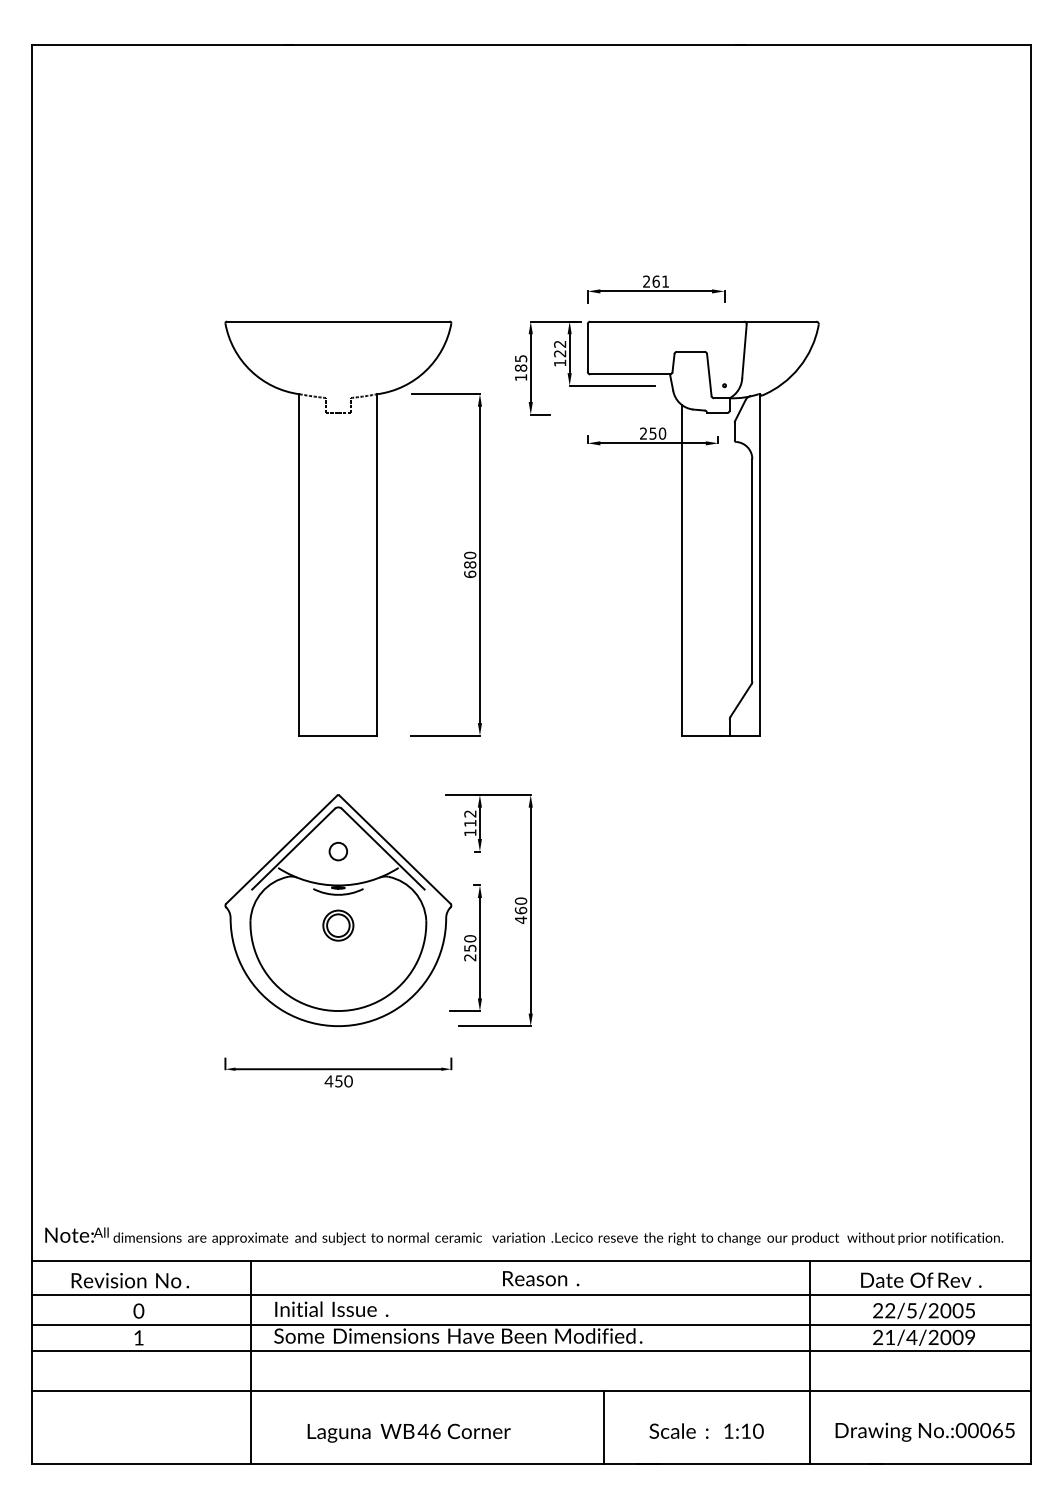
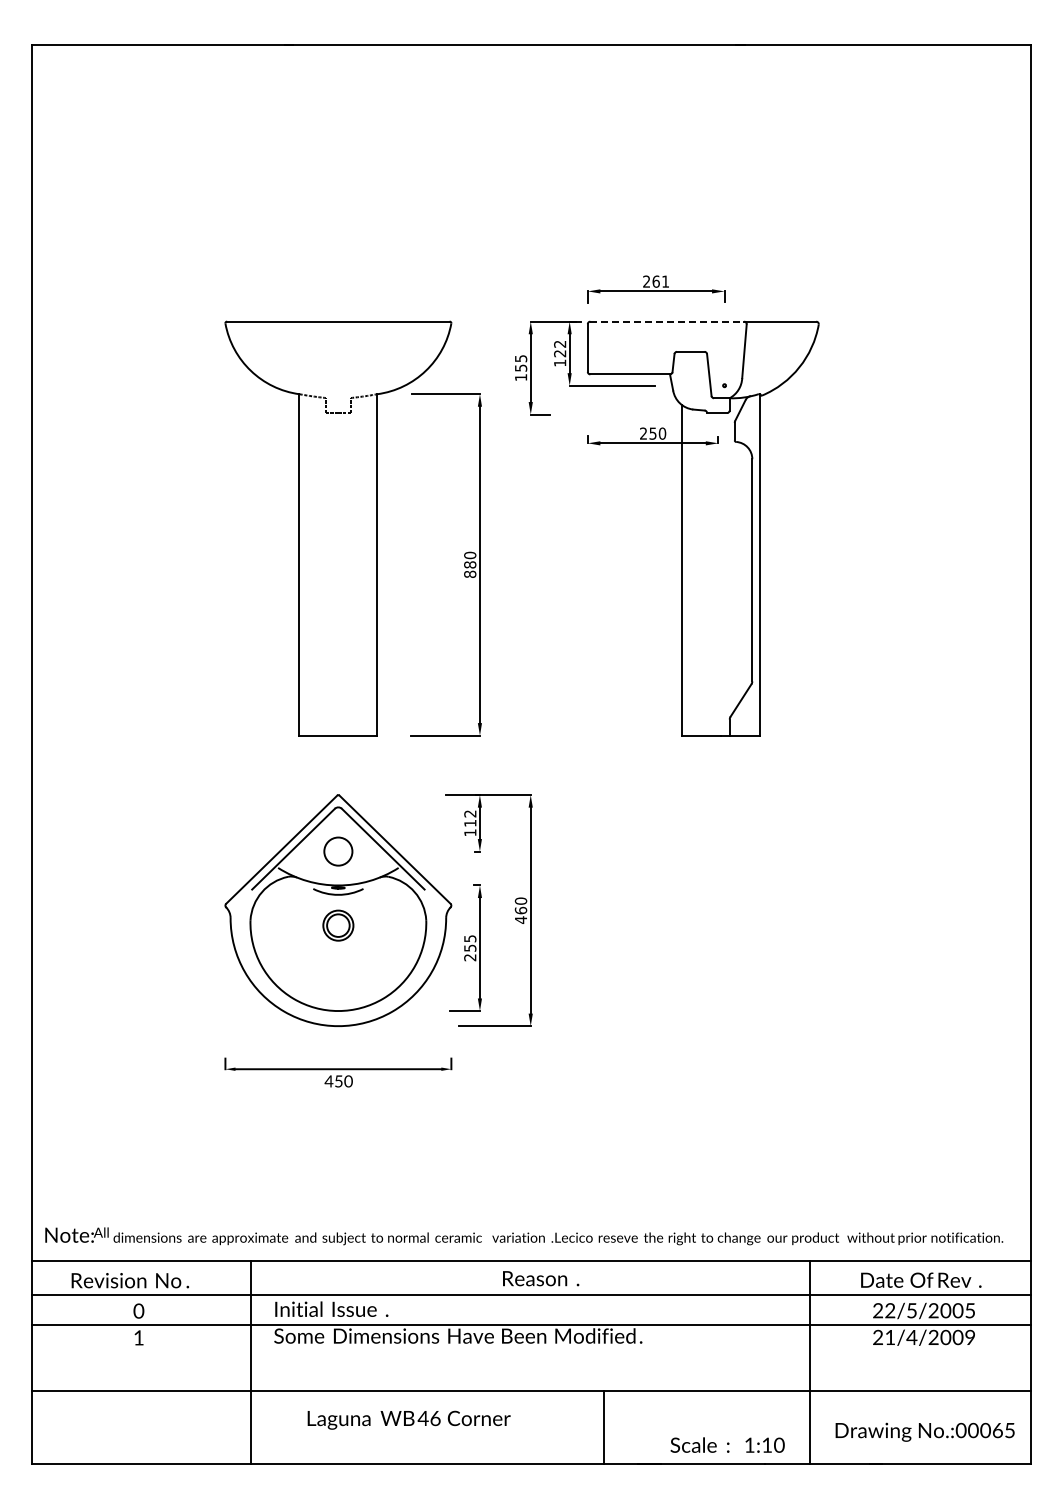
line at (667, 321): solid -> dashed
text at (520, 367): 185 -> 155
text at (470, 573): 680 -> 880
circle at (338, 851) diameter: 18 px -> 28 px
text at (470, 938): 250 -> 255
line at (531, 1351): present -> none
text at (706, 1430) position: (706, 1430) -> (727, 1444)
text at (408, 1432) position: (408, 1432) -> (408, 1419)
